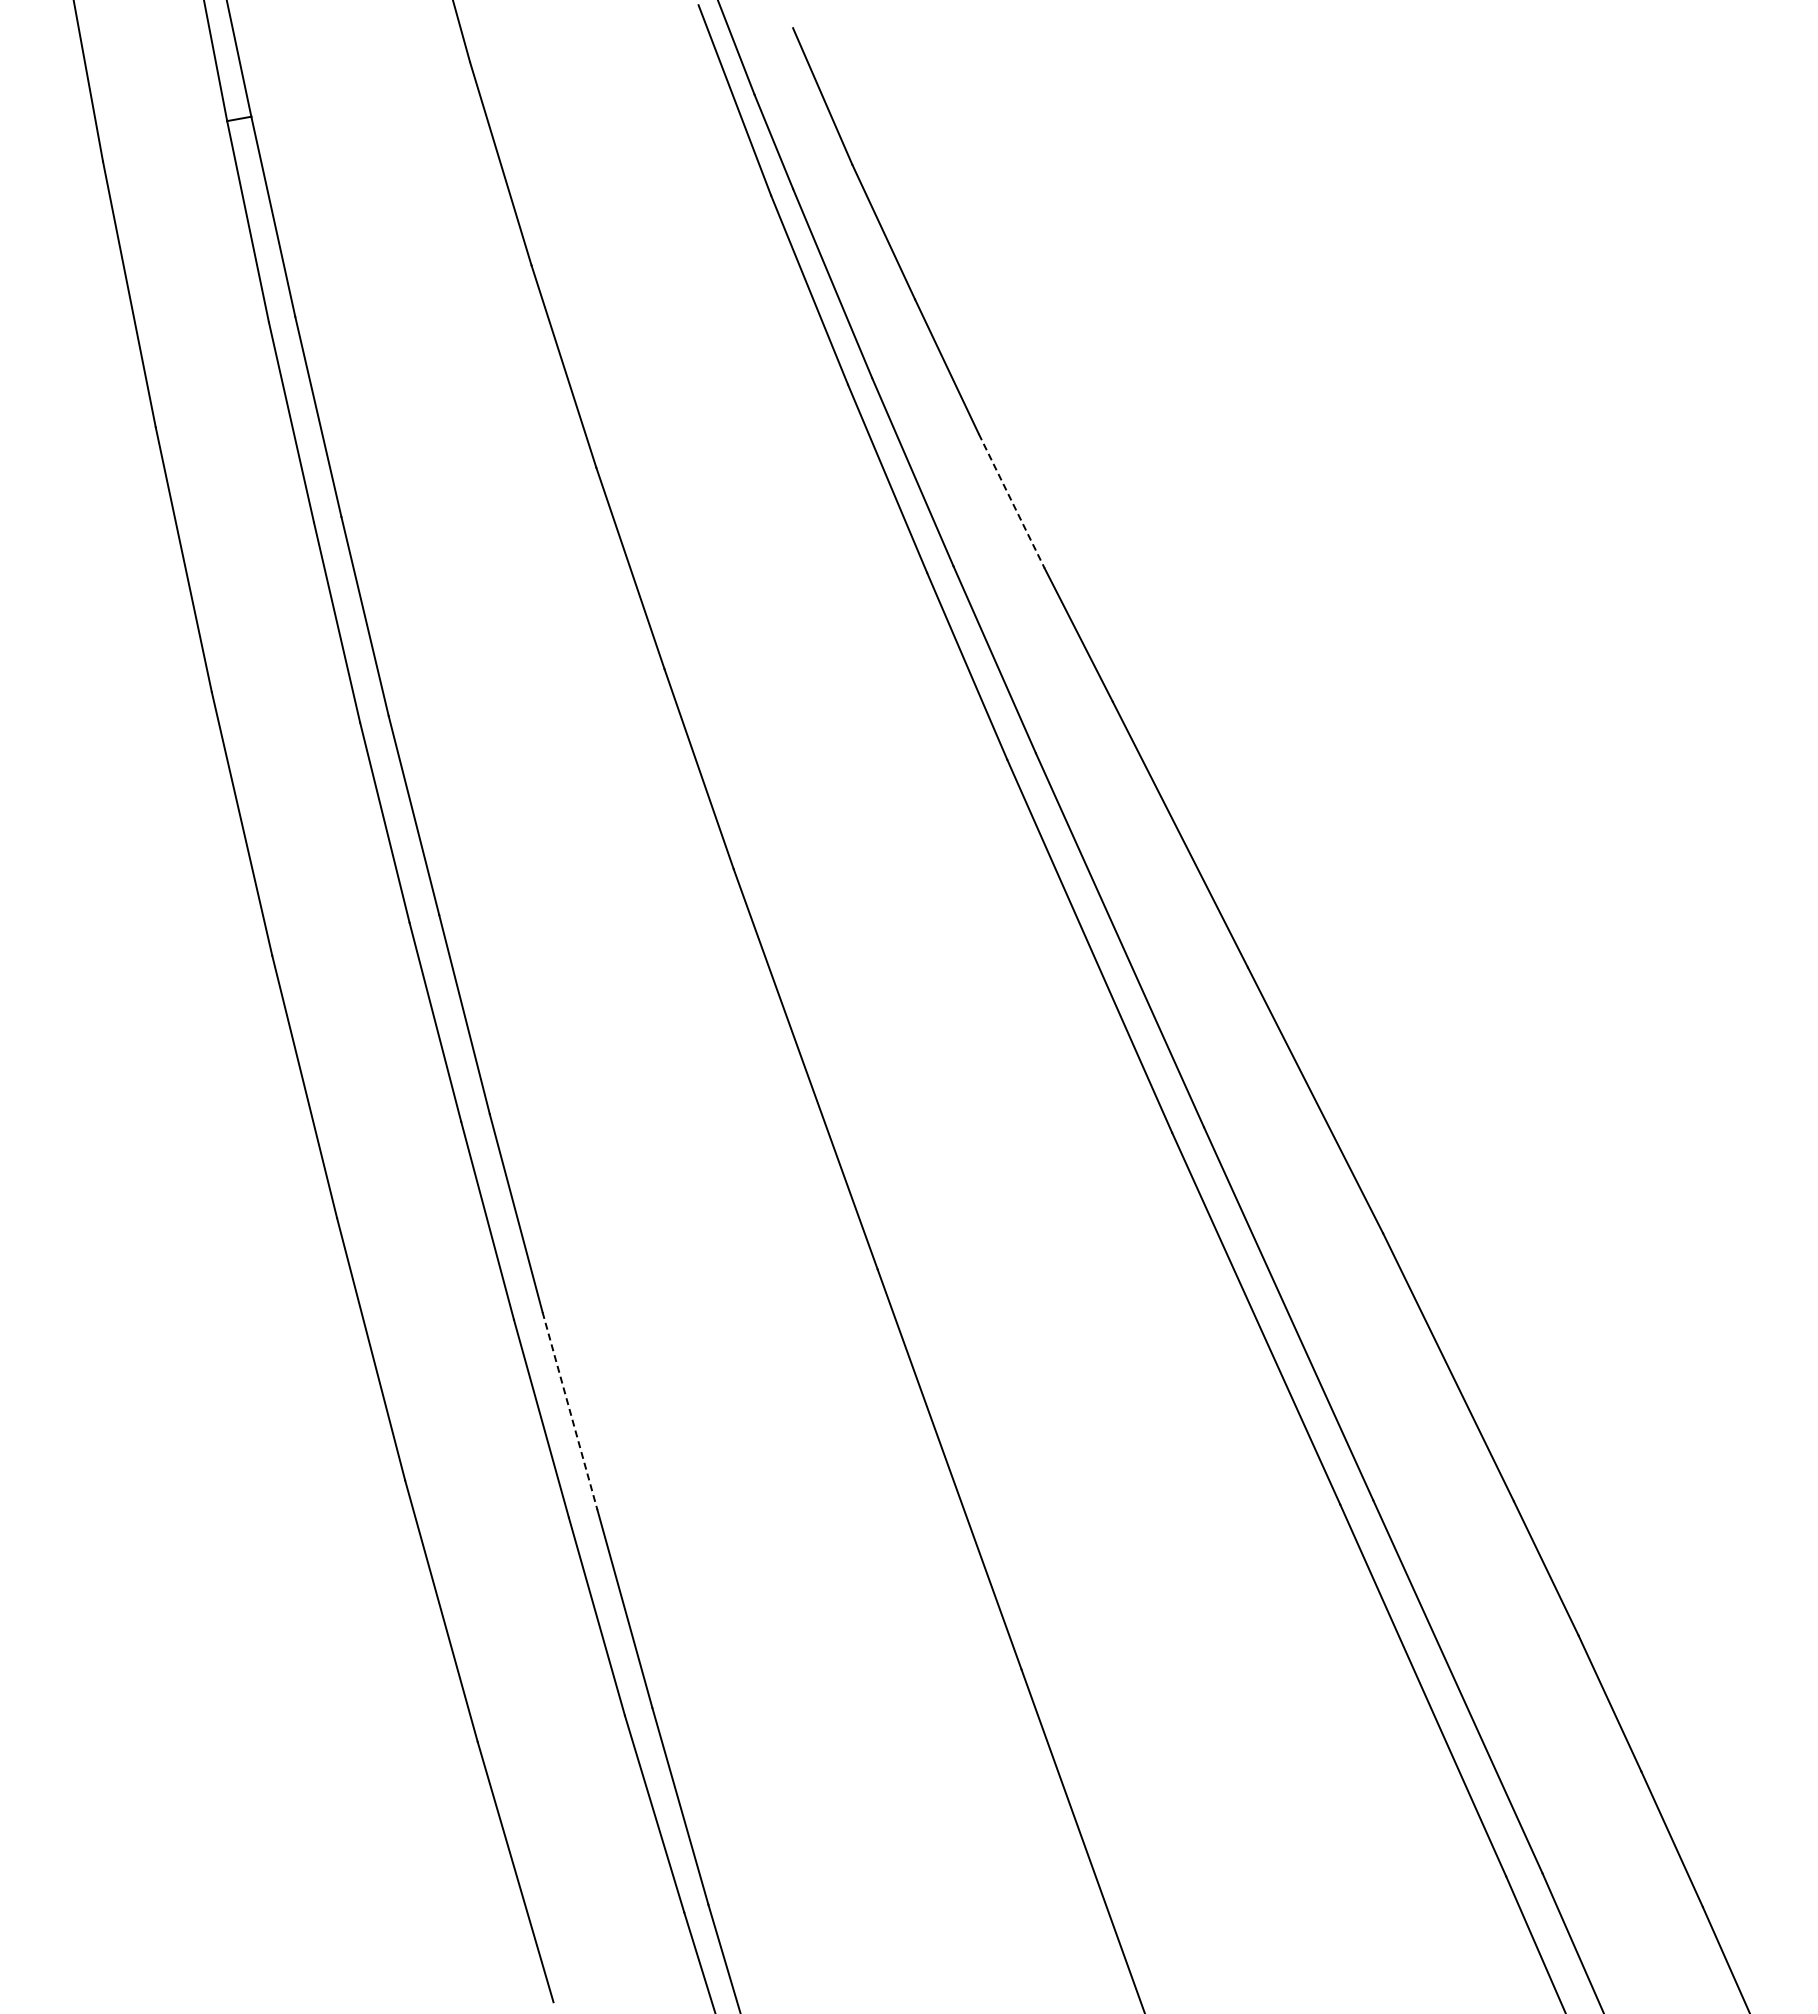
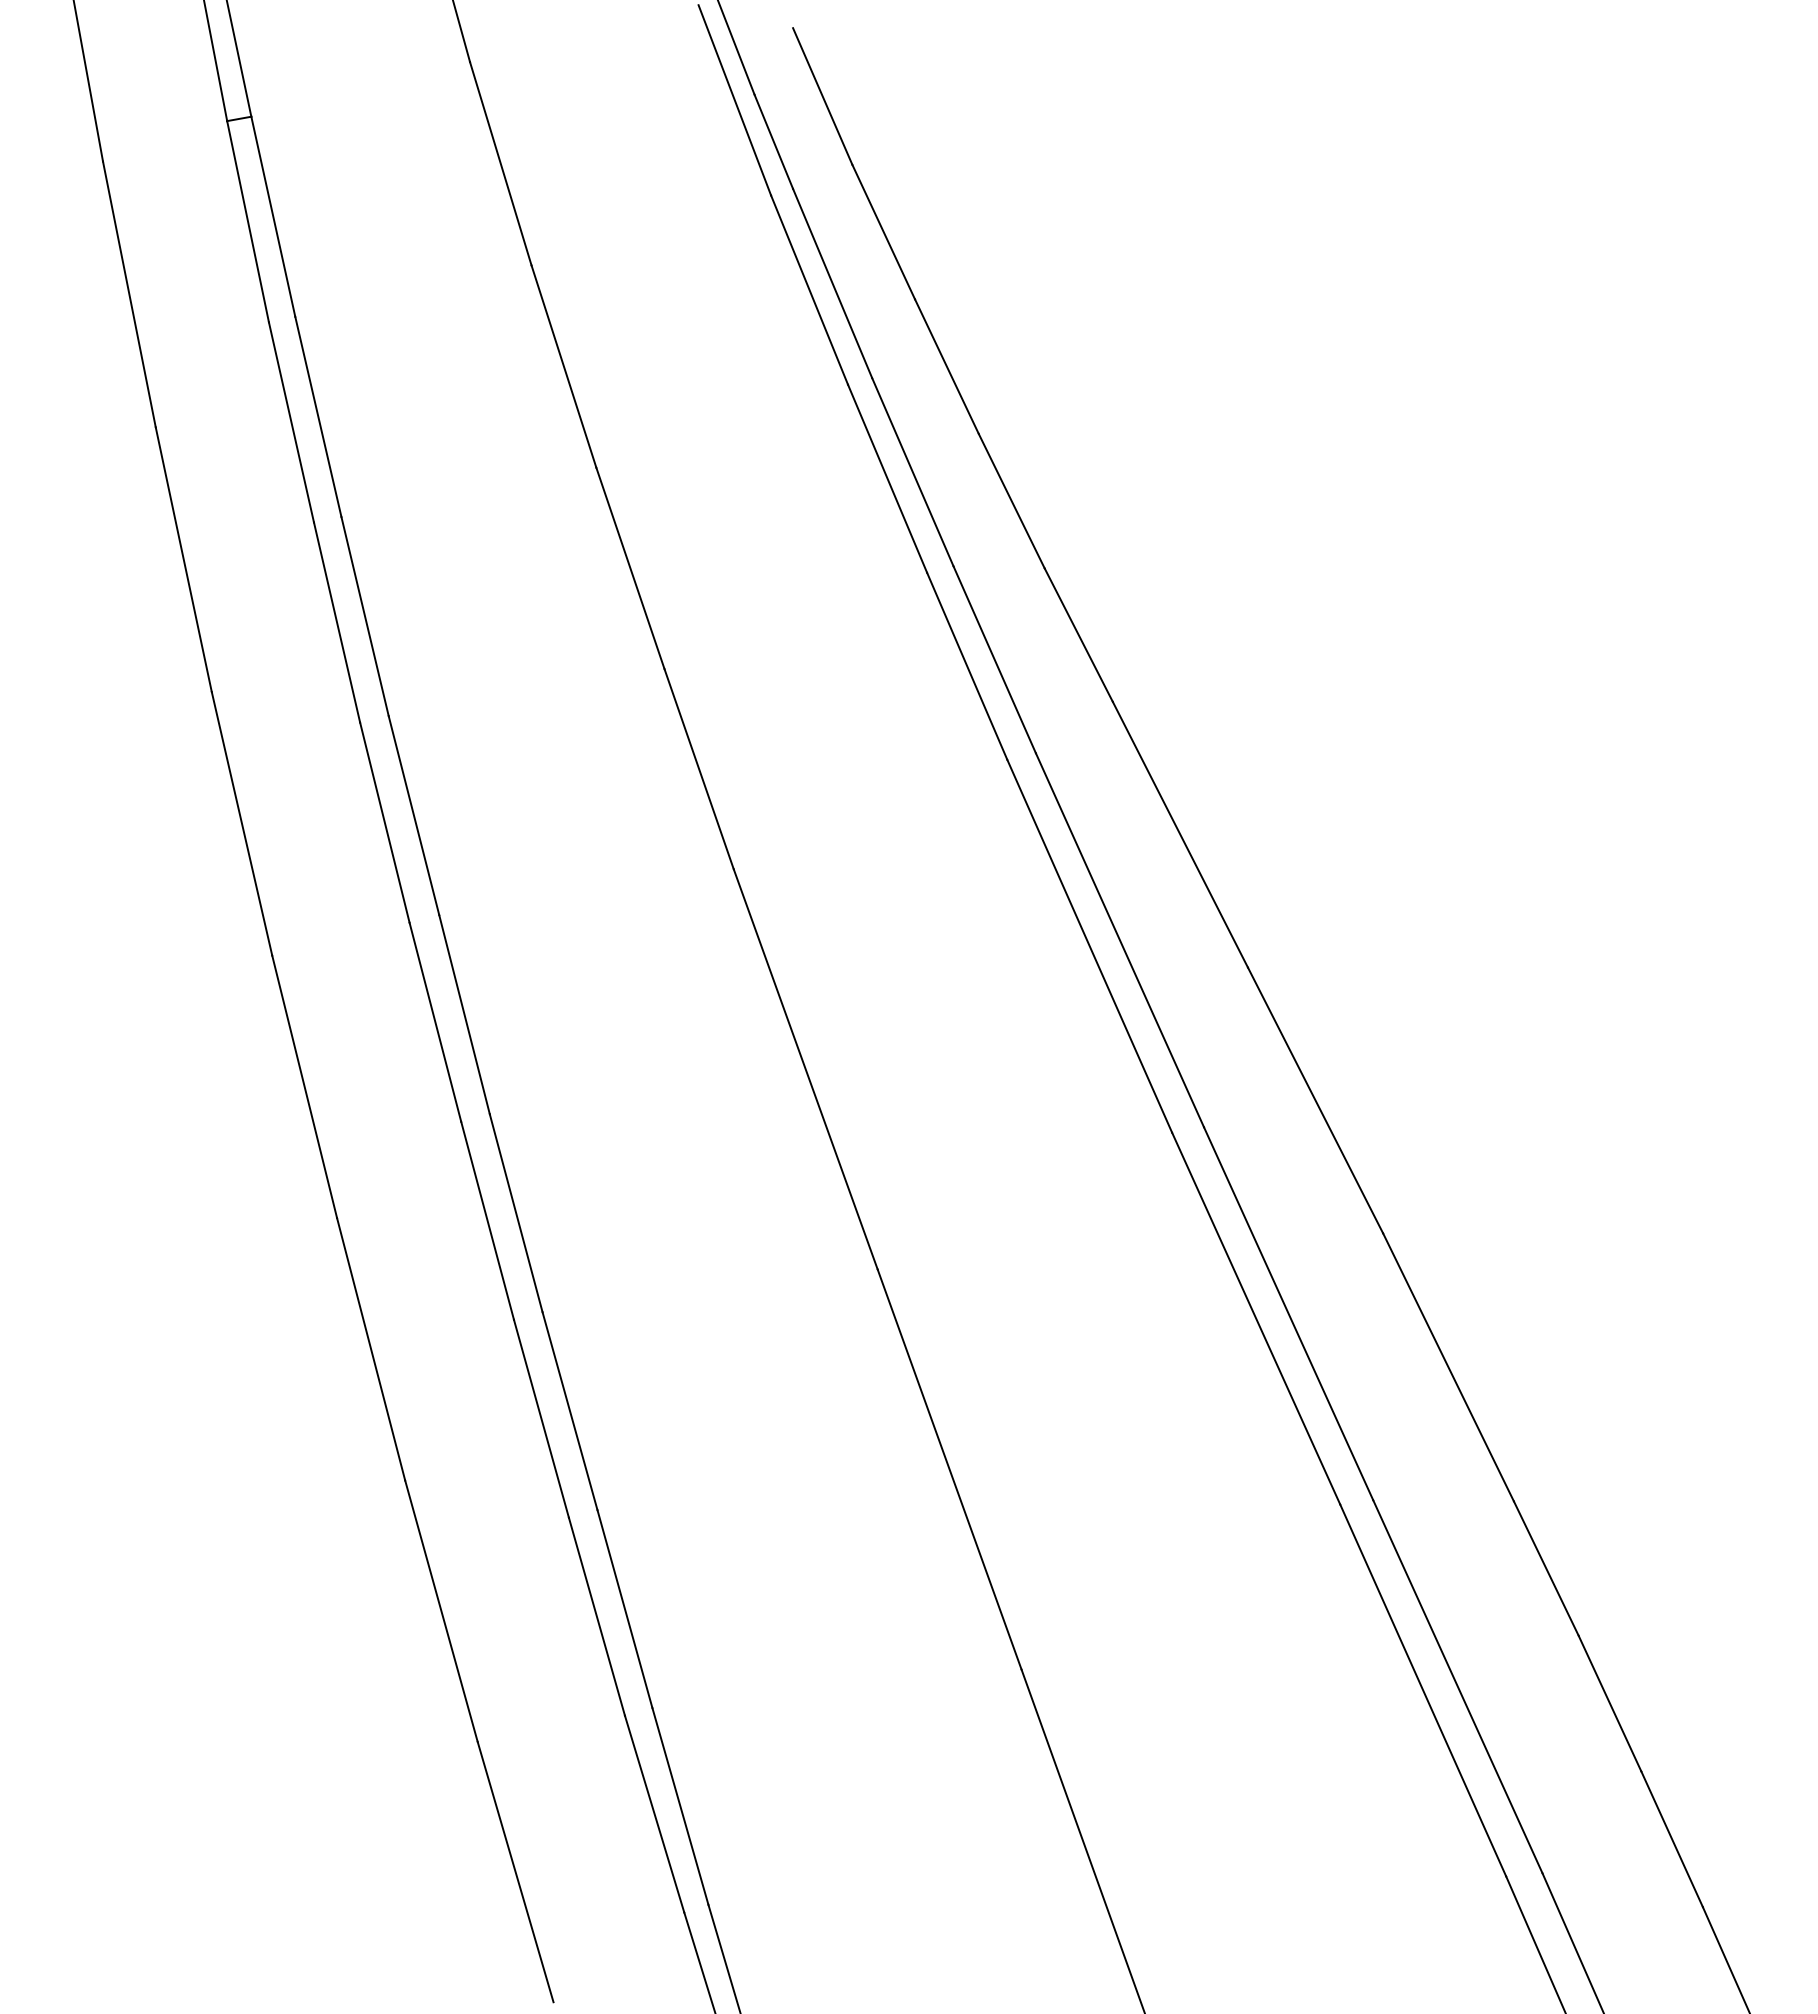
line at (1011, 501): dashed -> solid
line at (570, 1411): dashed -> solid
